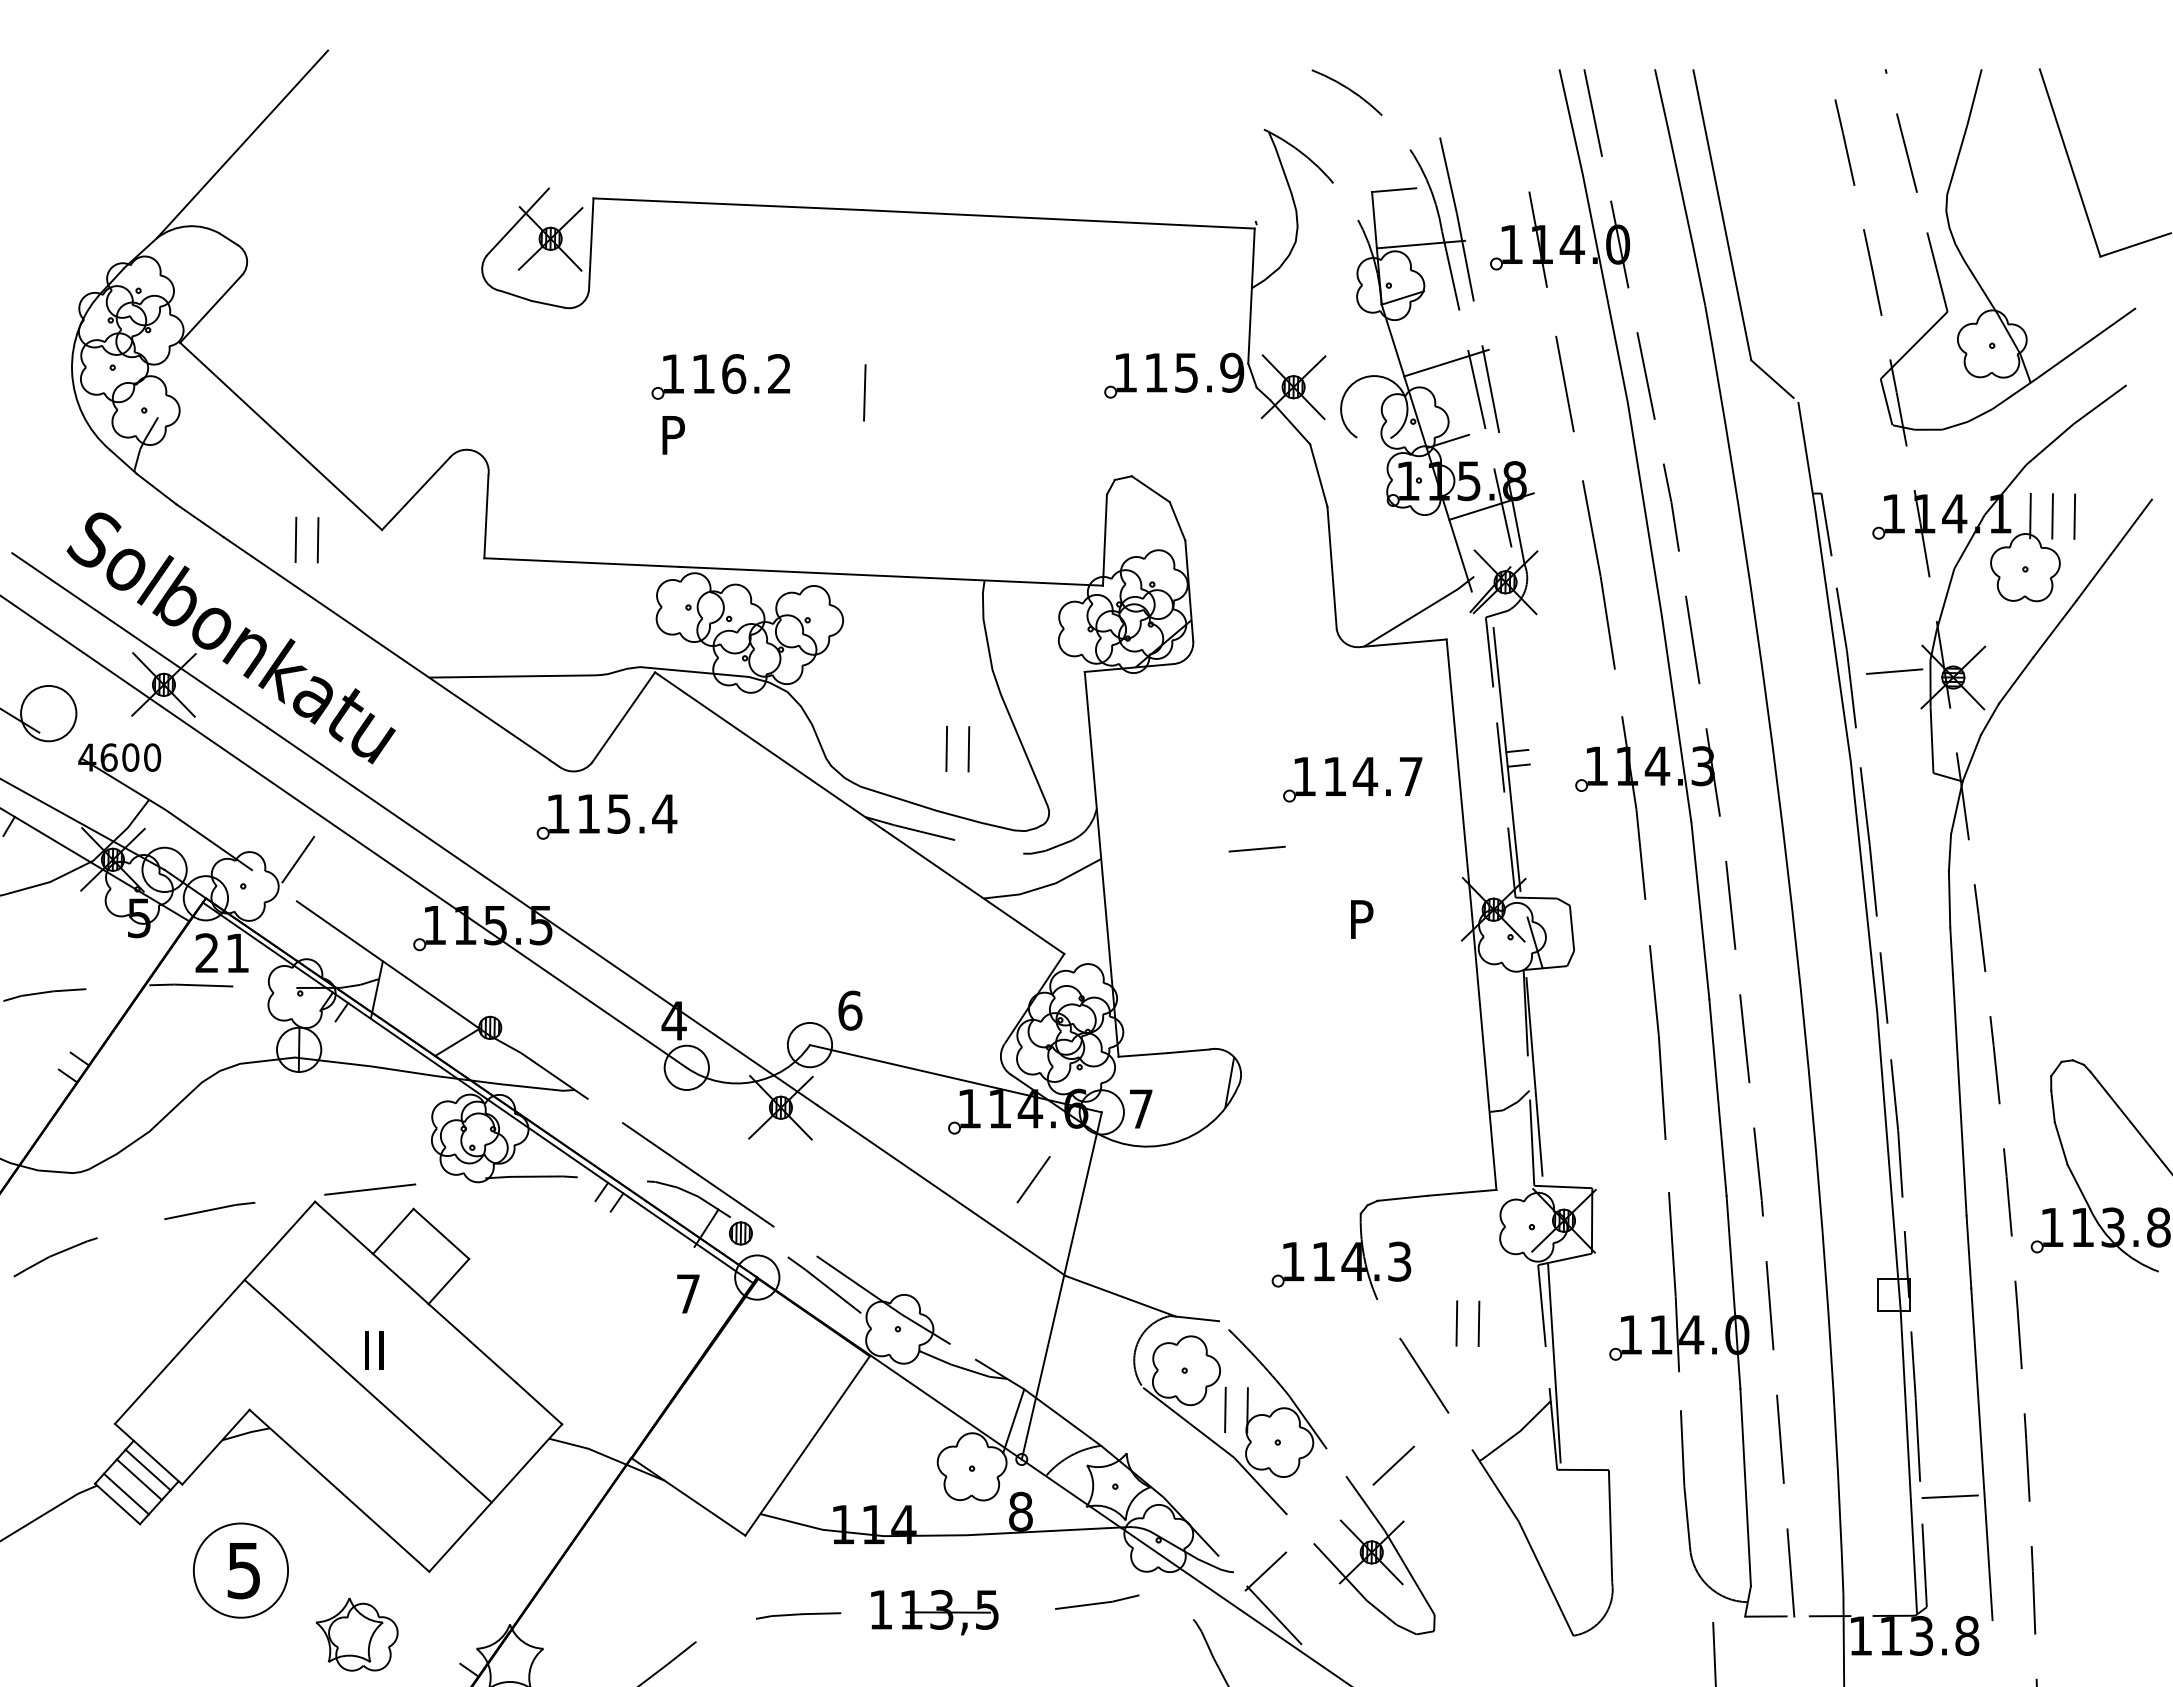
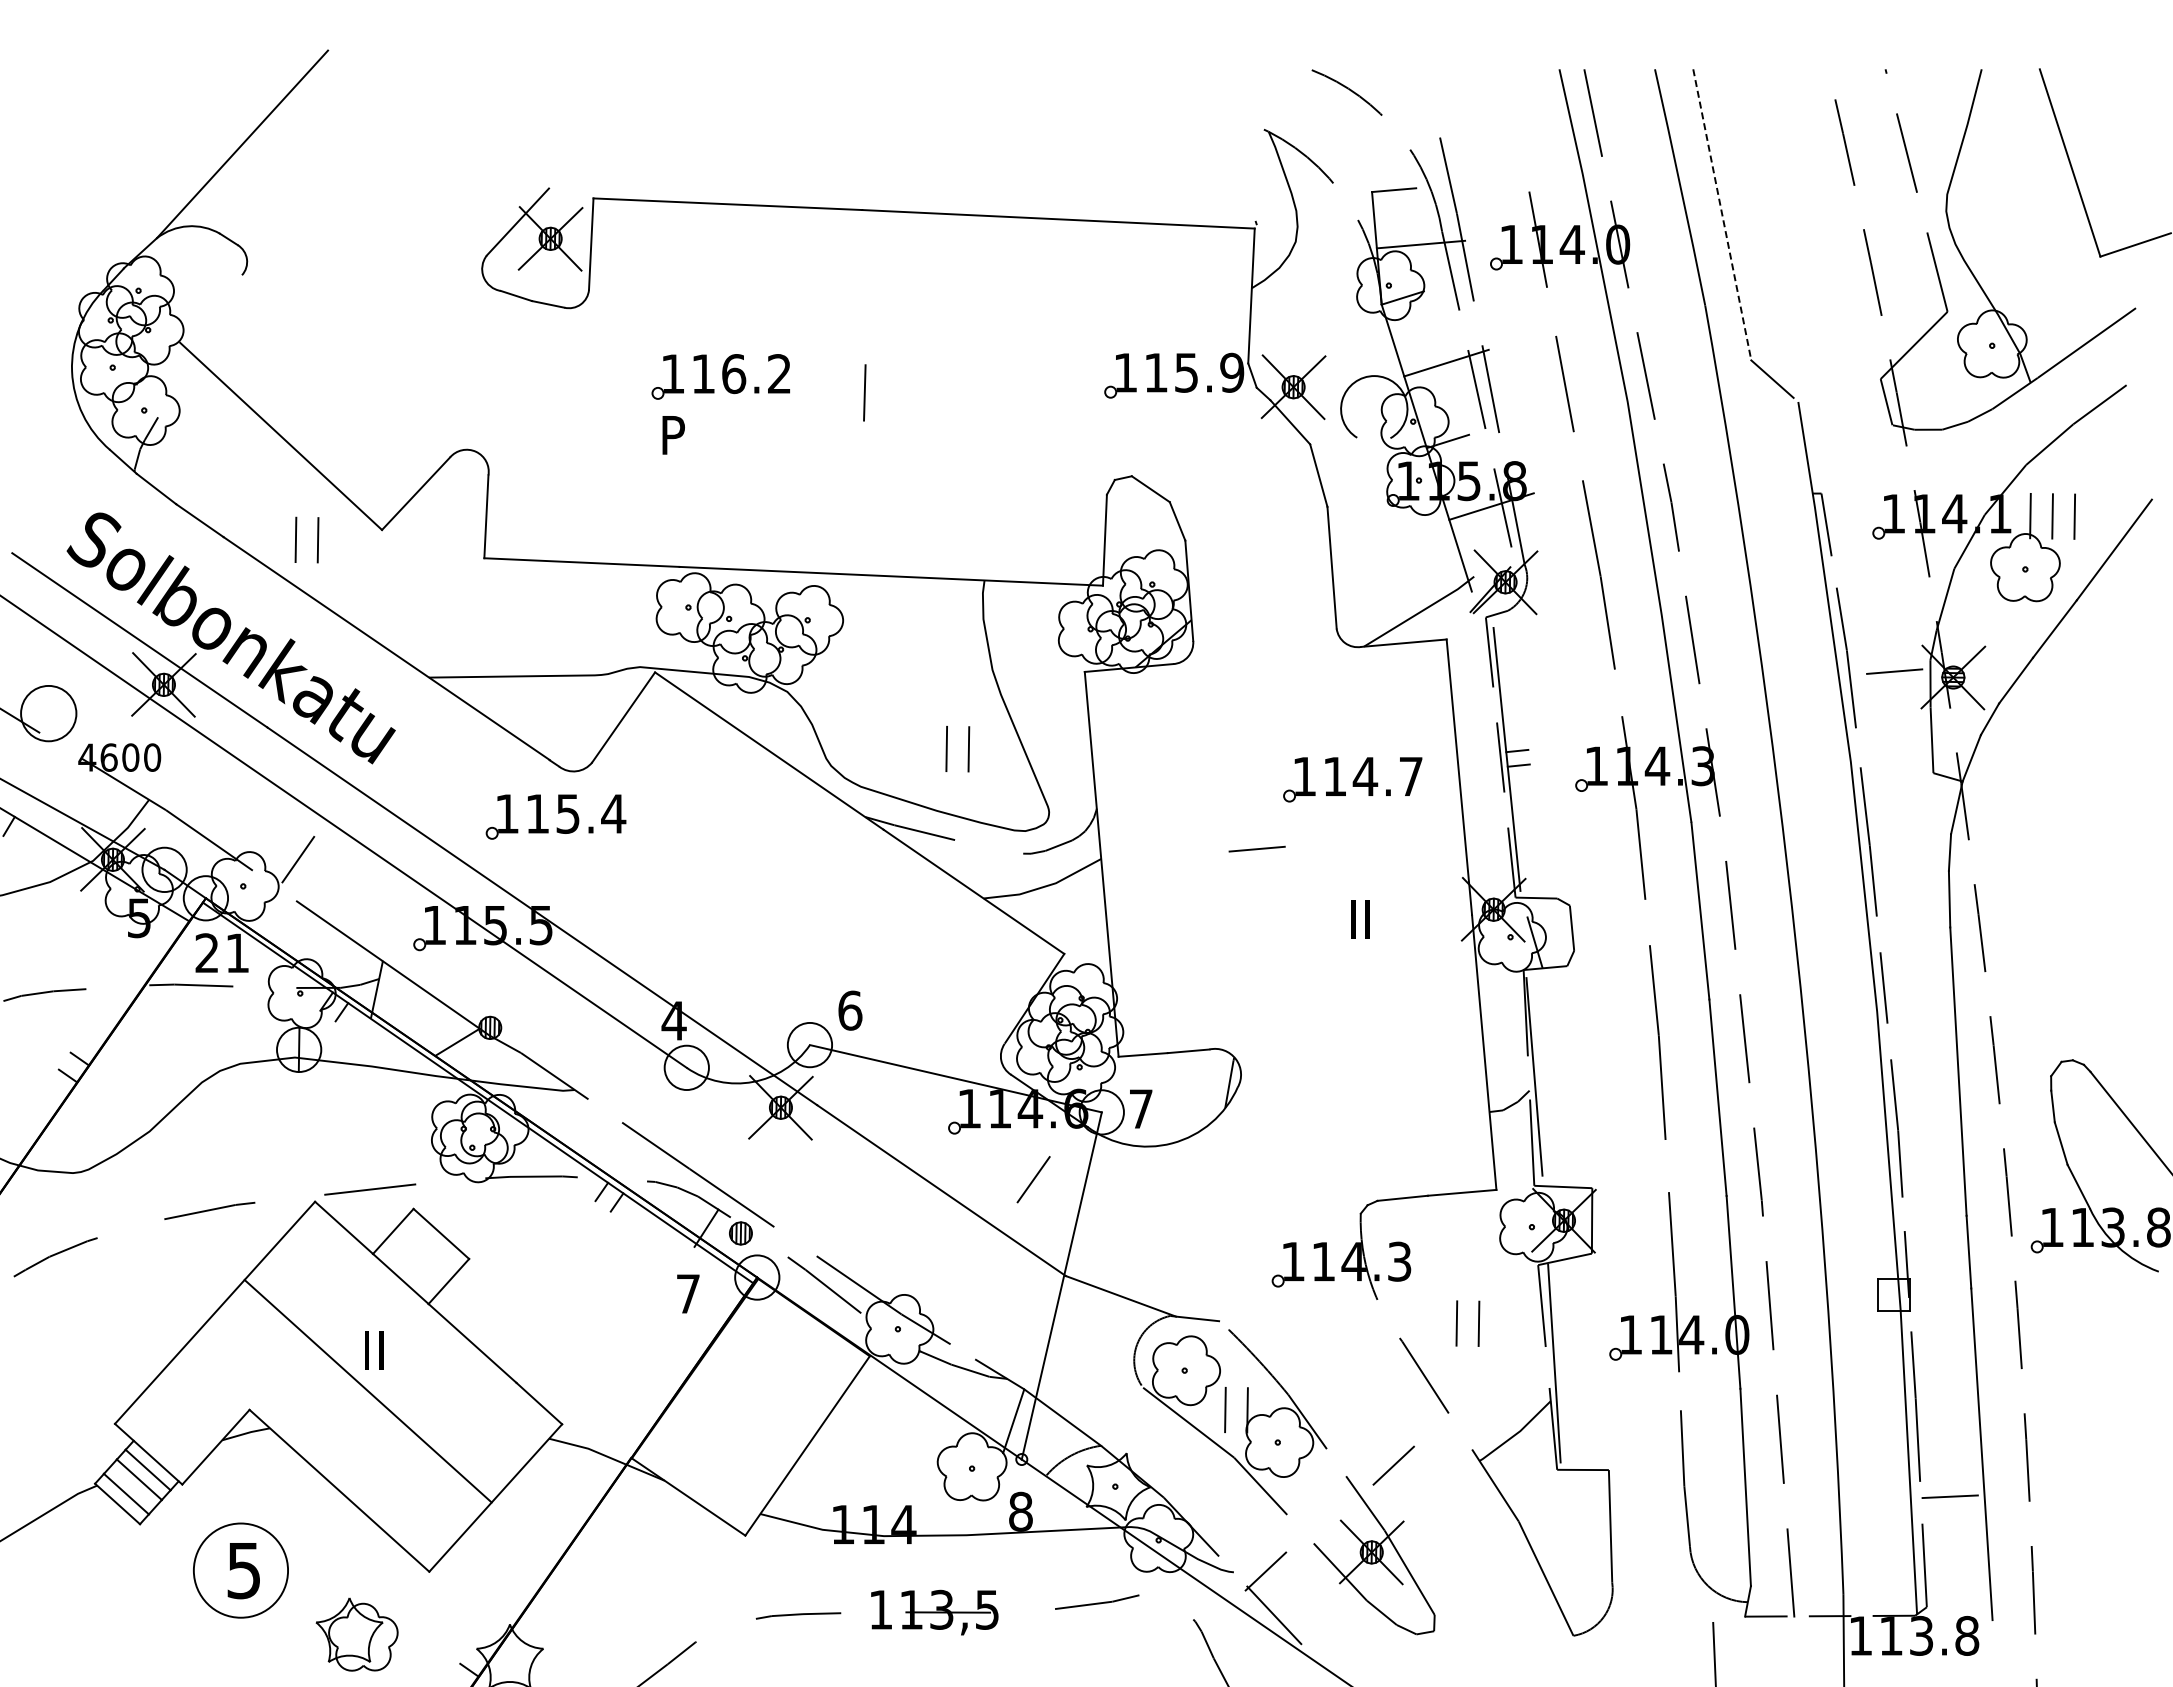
line at (1722, 215): solid -> dashed
line at (211, 308): present -> none
part at (606, 816) position: (606, 816) -> (555, 816)
text at (1362, 919): P -> II
